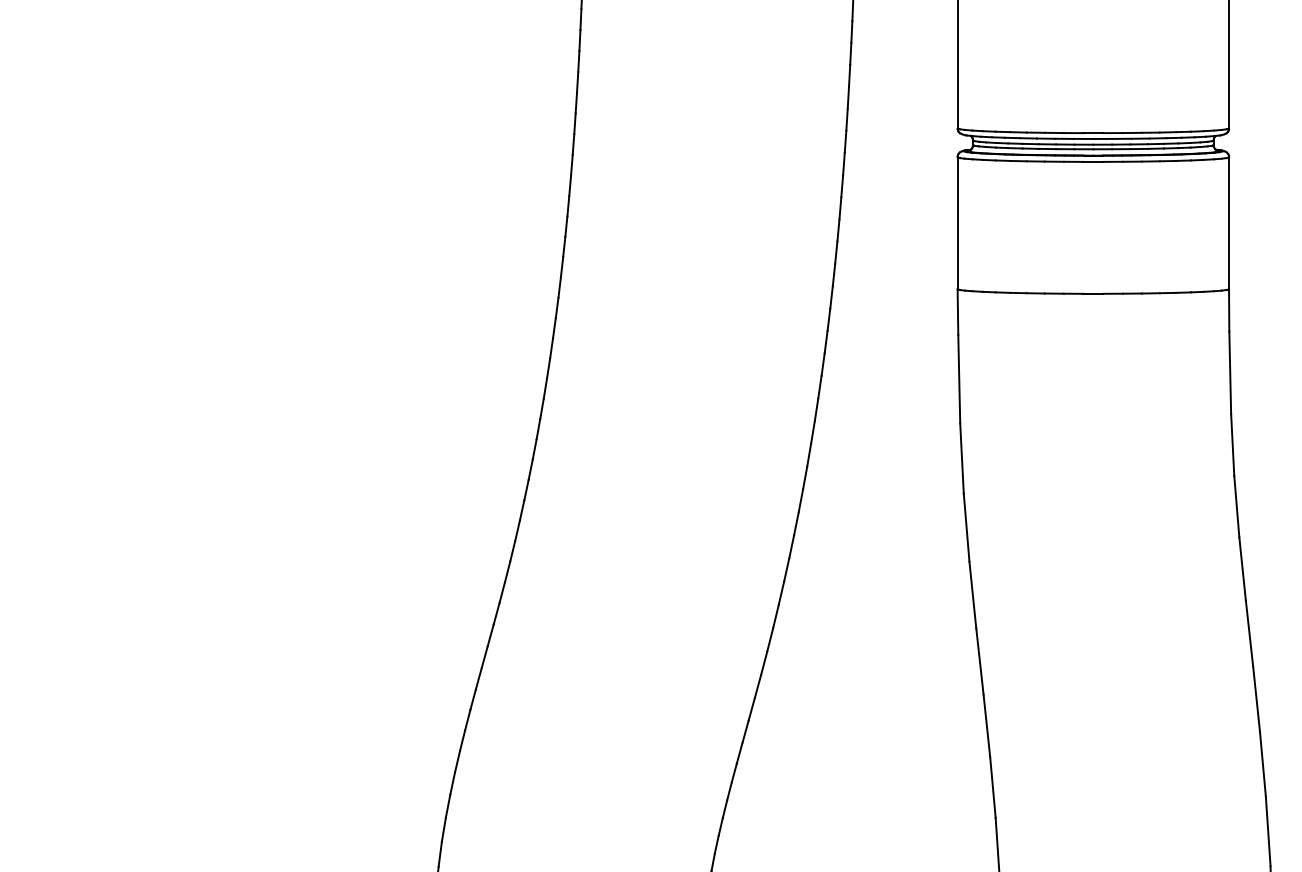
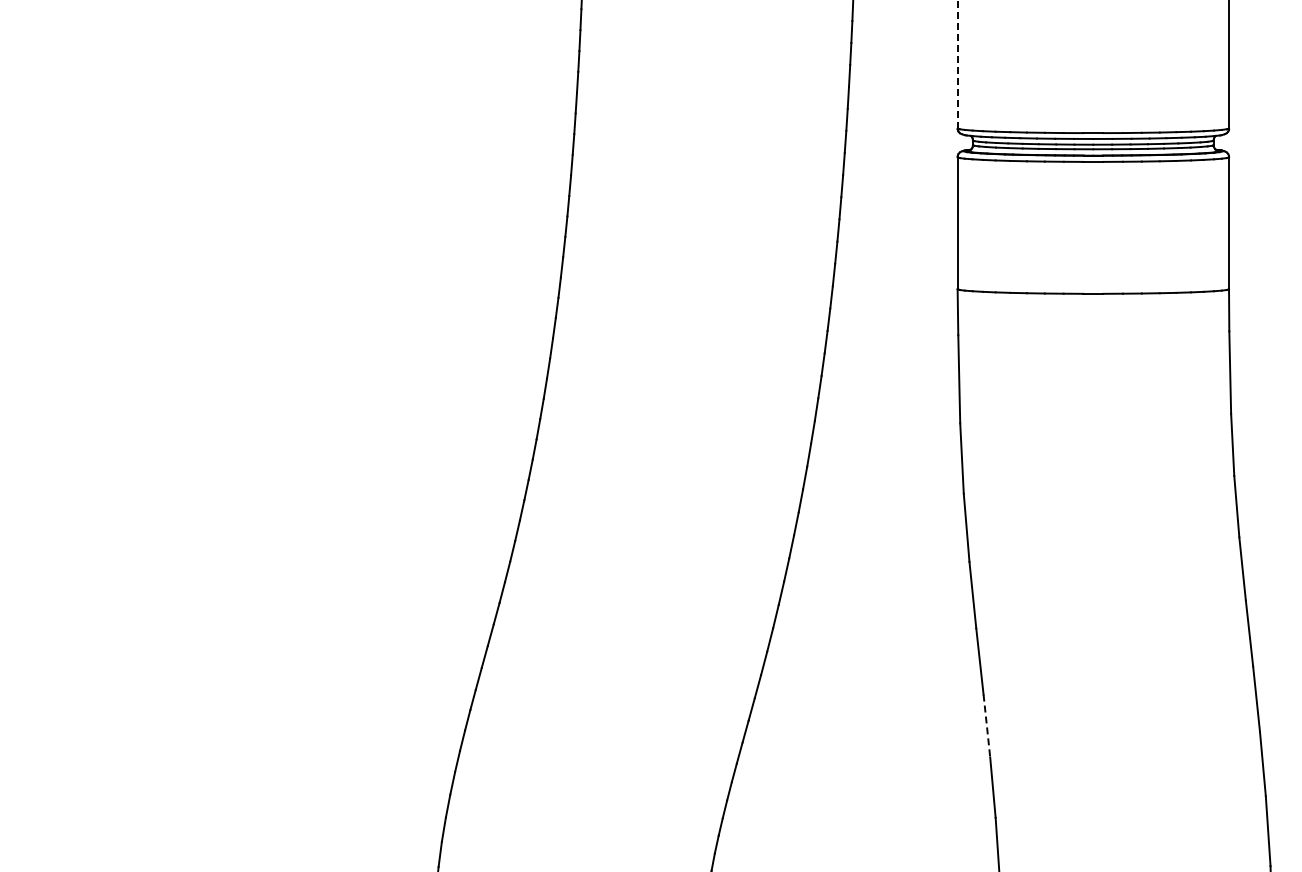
line at (957, 64): solid -> dashed
line at (986, 726): solid -> dashed
